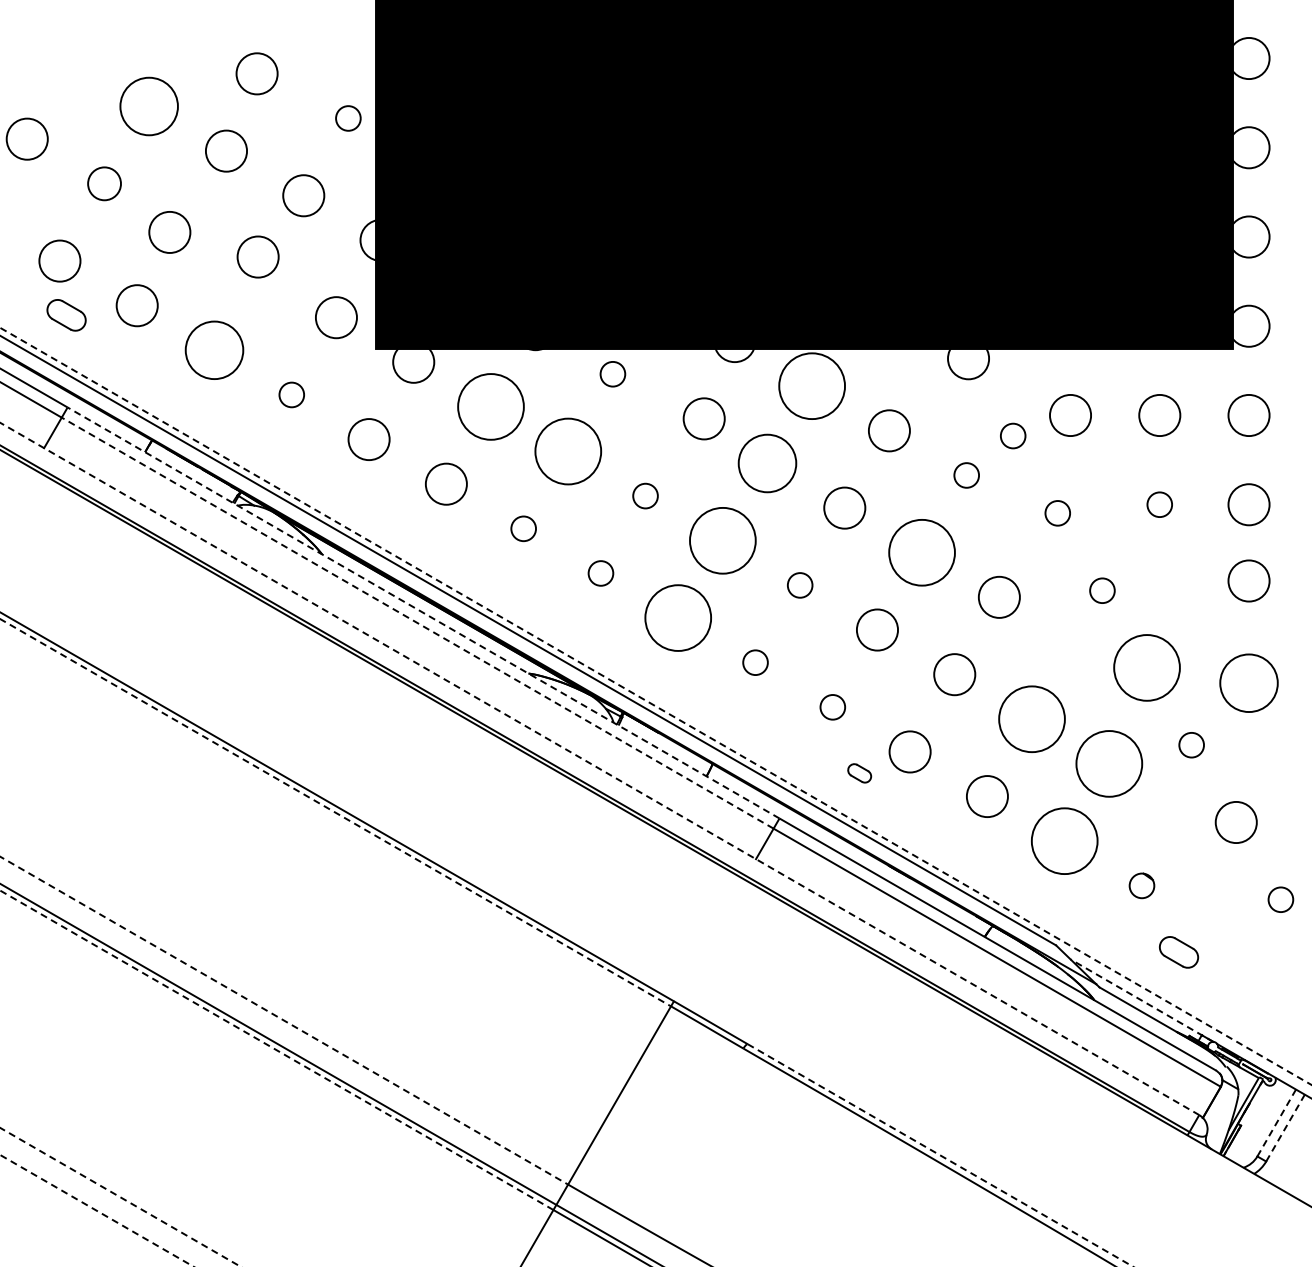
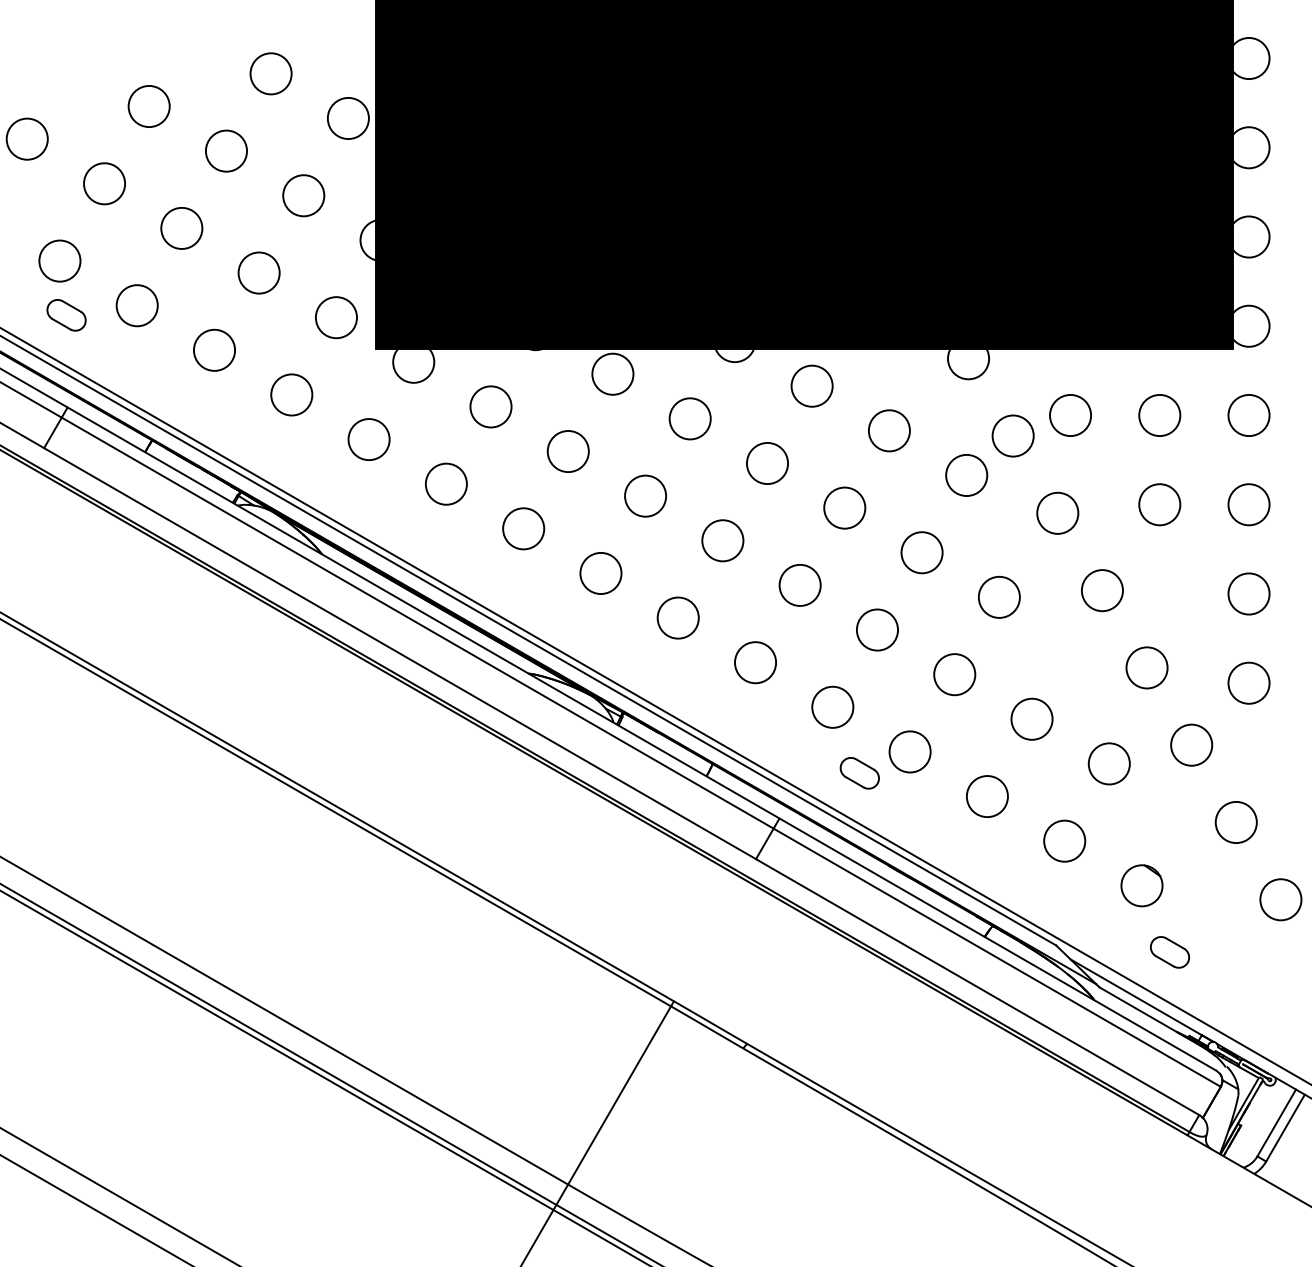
circle at (256, 73) position: (256, 73) -> (270, 73)
circle at (148, 106) diameter: 58 px -> 41 px
circle at (348, 118) diameter: 25 px -> 41 px
circle at (104, 183) size: 35x36 px -> 43x44 px
circle at (169, 232) position: (169, 232) -> (181, 228)
circle at (257, 256) position: (257, 256) -> (258, 272)
circle at (214, 350) diameter: 58 px -> 41 px
circle at (612, 373) diameter: 25 px -> 41 px
circle at (812, 386) diameter: 66 px -> 41 px
circle at (291, 394) diameter: 25 px -> 41 px
circle at (490, 406) diameter: 66 px -> 41 px
circle at (703, 418) position: (703, 418) -> (689, 418)
circle at (1012, 435) diameter: 25 px -> 41 px
circle at (568, 451) diameter: 66 px -> 41 px
circle at (767, 463) diameter: 58 px -> 41 px
circle at (966, 475) diameter: 25 px -> 41 px
circle at (645, 495) size: 27x28 px -> 43x44 px
circle at (1159, 504) diameter: 25 px -> 41 px
circle at (1057, 513) diameter: 25 px -> 41 px
circle at (523, 528) diameter: 25 px -> 41 px
circle at (722, 540) diameter: 66 px -> 41 px
circle at (921, 552) diameter: 66 px -> 41 px
circle at (600, 573) diameter: 25 px -> 41 px
circle at (1248, 580) position: (1248, 580) -> (1248, 593)
circle at (799, 585) diameter: 25 px -> 41 px
circle at (1102, 590) size: 27x27 px -> 43x44 px
line at (423, 612): dashed -> solid
circle at (678, 617) diameter: 66 px -> 41 px
line at (417, 622): dashed -> solid
circle at (755, 662) diameter: 25 px -> 41 px
circle at (1146, 667) diameter: 66 px -> 41 px
circle at (1248, 683) diameter: 58 px -> 41 px
line at (656, 706): dashed -> solid
circle at (832, 707) diameter: 25 px -> 41 px
circle at (1031, 719) diameter: 66 px -> 41 px
circle at (1191, 744) diameter: 25 px -> 41 px
circle at (1109, 763) diameter: 66 px -> 41 px
line at (600, 769): dashed -> solid
part at (859, 773) size: 26x21 px -> 41x33 px
line at (336, 813): dashed -> solid
circle at (1064, 841) diameter: 66 px -> 41 px
part at (1141, 885) size: 28x28 px -> 44x44 px
circle at (1280, 899) diameter: 25 px -> 41 px
part at (1179, 952) position: (1179, 952) -> (1170, 952)
line at (1142, 1000): dashed -> solid
line at (284, 1020): dashed -> solid
line at (276, 1050): dashed -> solid
line at (1276, 1123): dashed -> solid
line at (1285, 1128): dashed -> solid
line at (940, 1155): dashed -> solid
line at (120, 1197): dashed -> solid
line at (97, 1211): dashed -> solid
